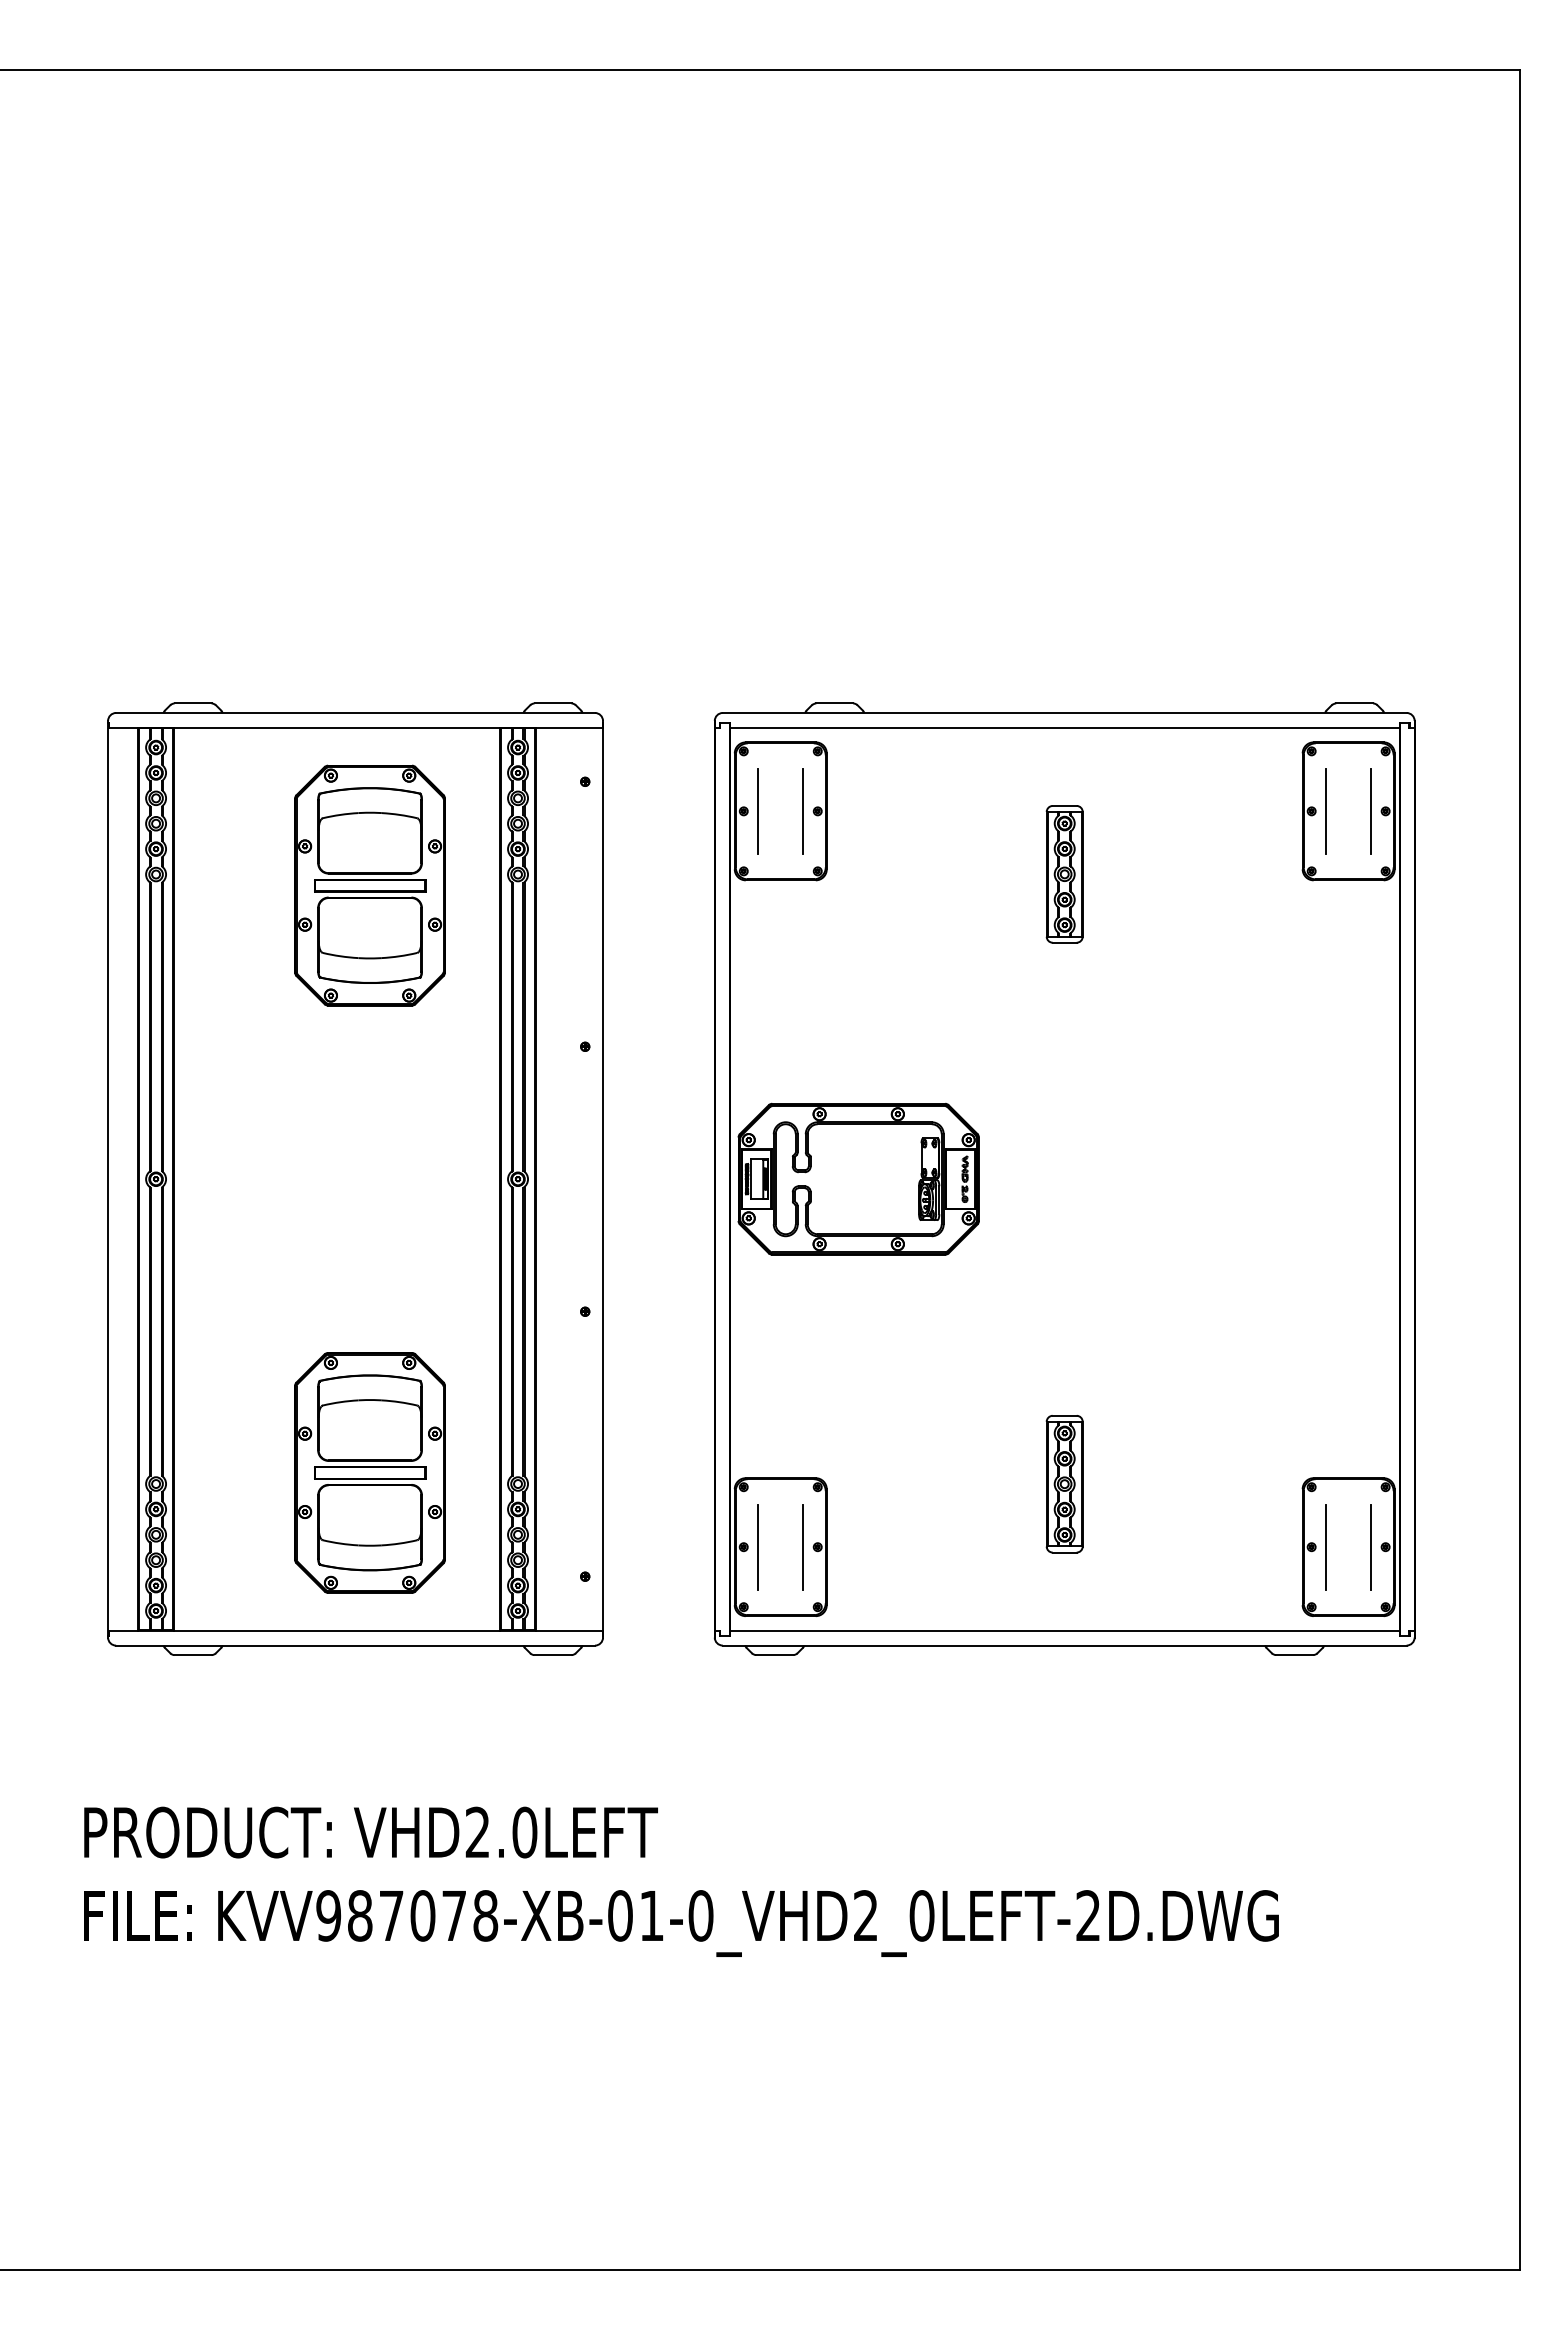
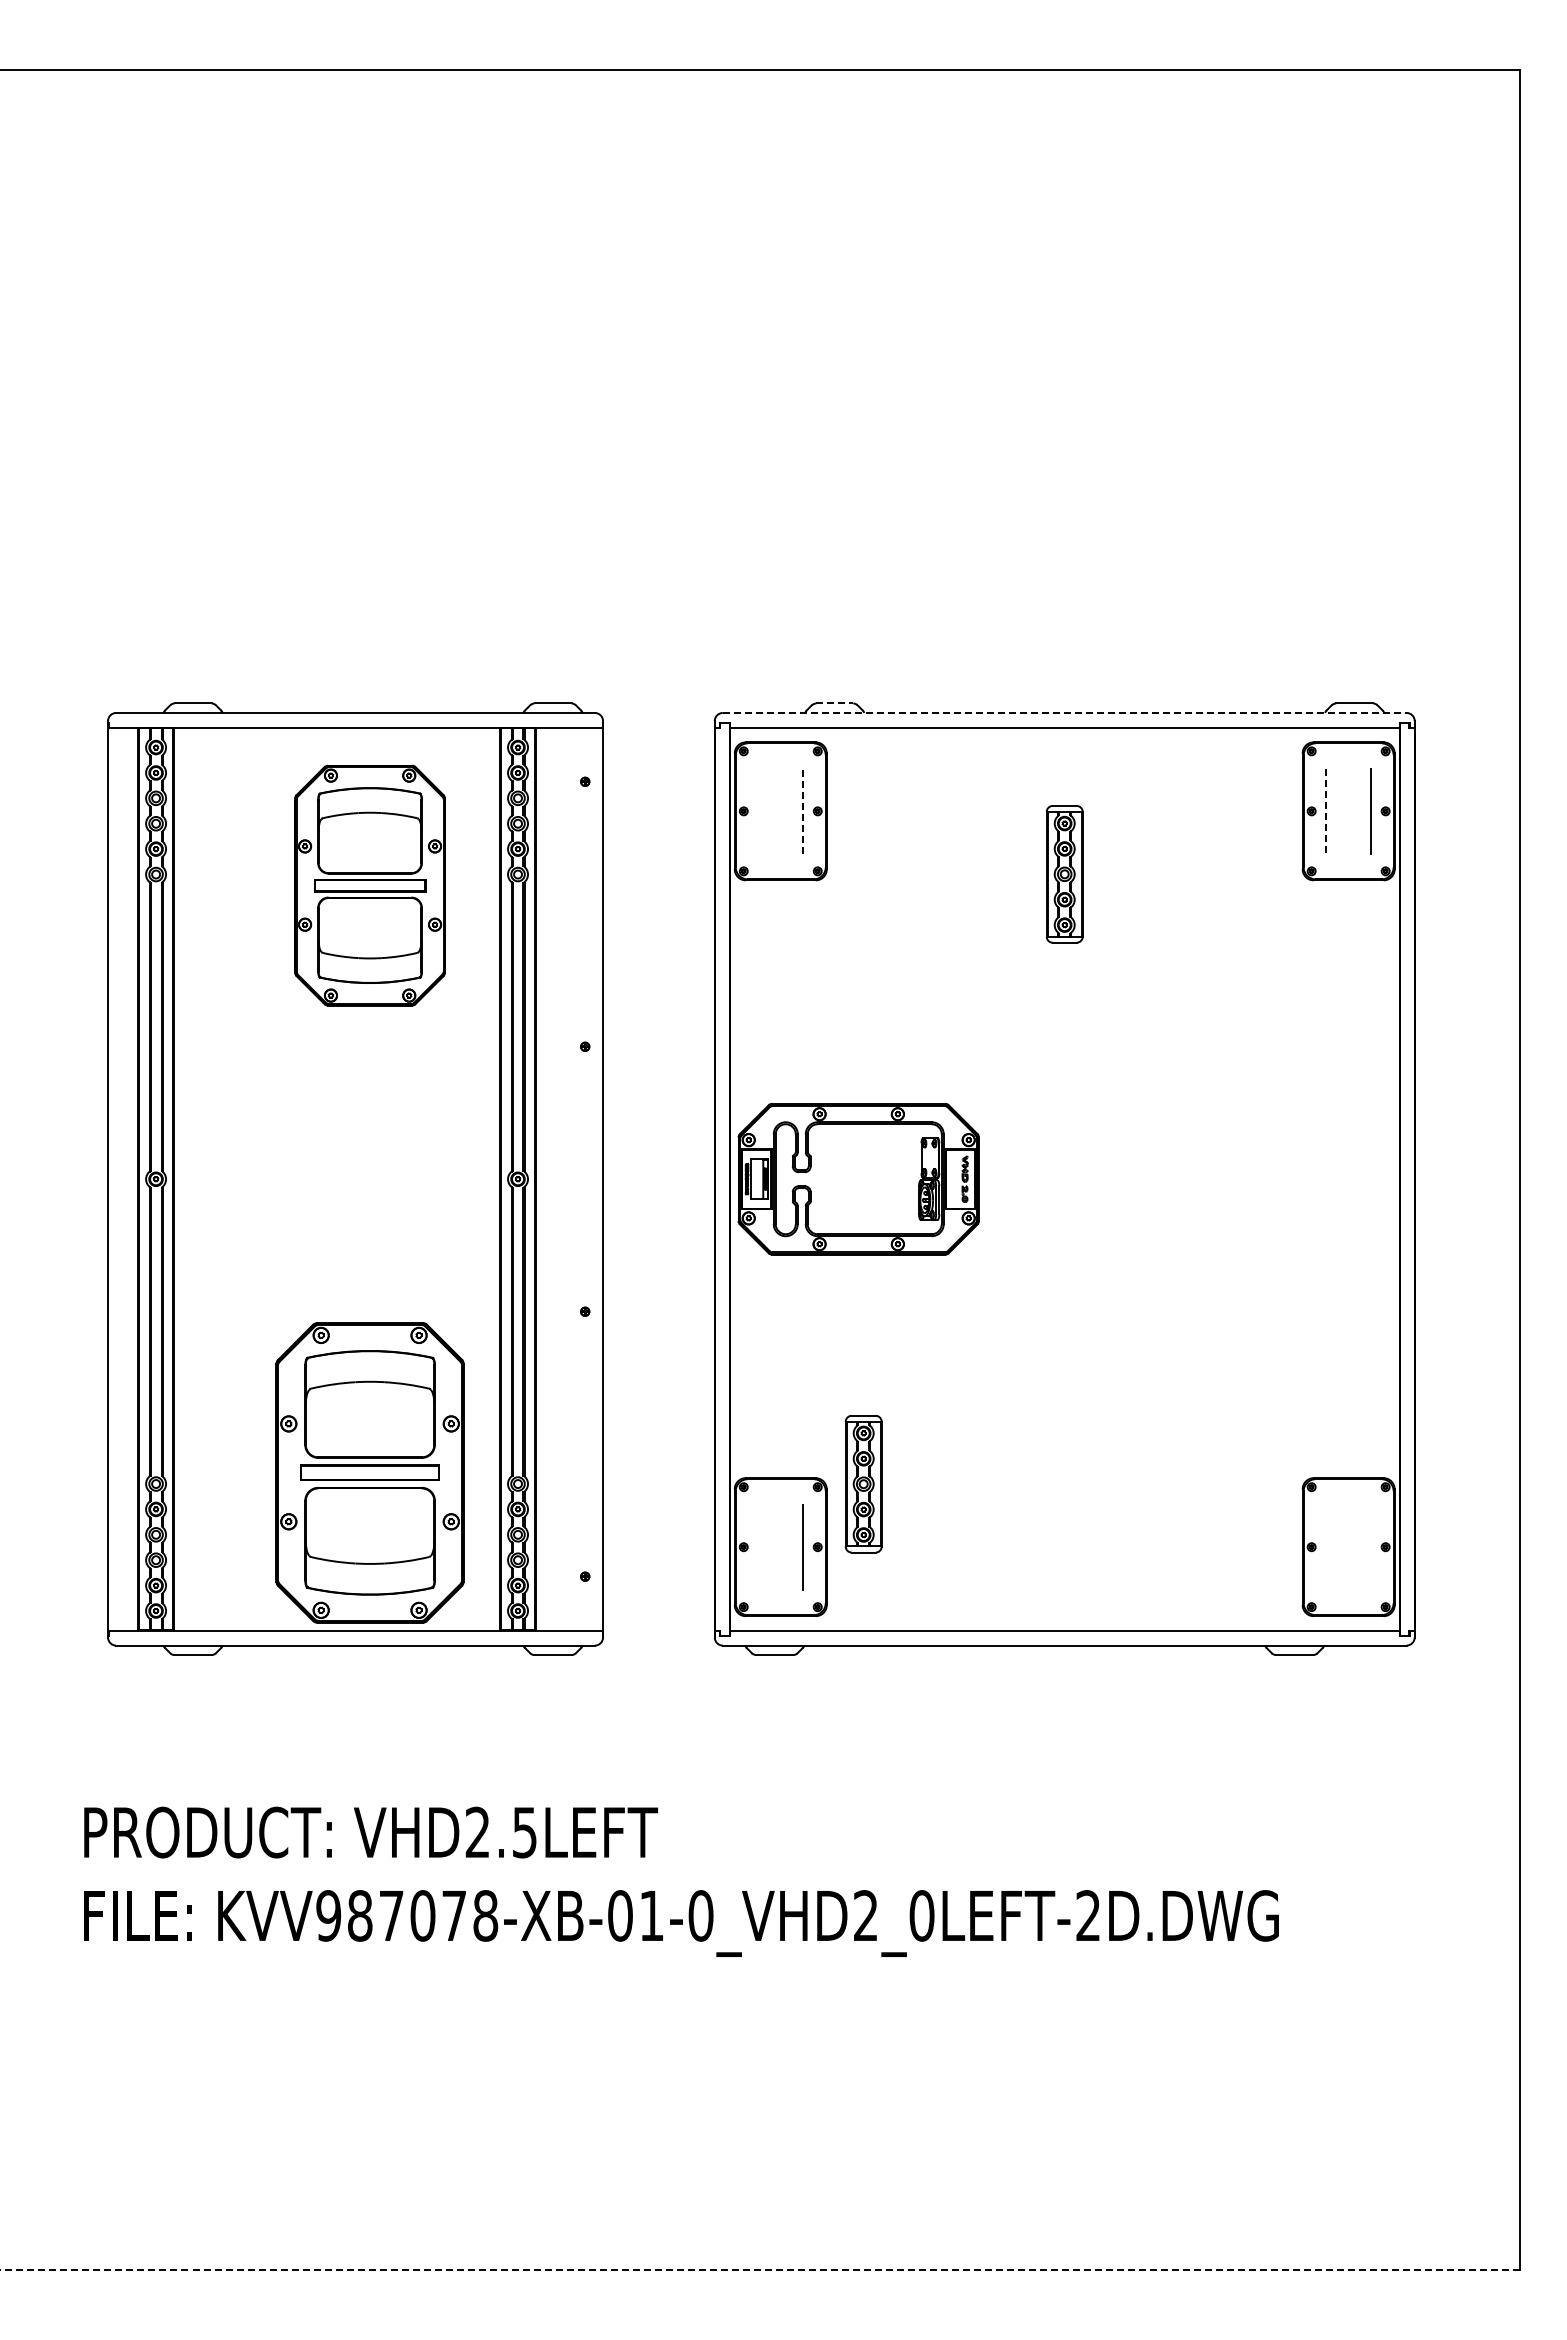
line at (835, 703): solid -> dashed
line at (1064, 712): solid -> dashed
line at (758, 810): present -> none
line at (803, 811): solid -> dashed
line at (1326, 811): solid -> dashed
part at (369, 1472) size: 152x242 px -> 190x302 px
part at (1064, 1484) position: (1064, 1484) -> (863, 1484)
line at (1371, 1546): present -> none
line at (757, 1547): present -> none
line at (1325, 1547): present -> none
text at (524, 1832): VHD2.0LEFT -> VHD2.5LEFT
line at (760, 2269): solid -> dashed
